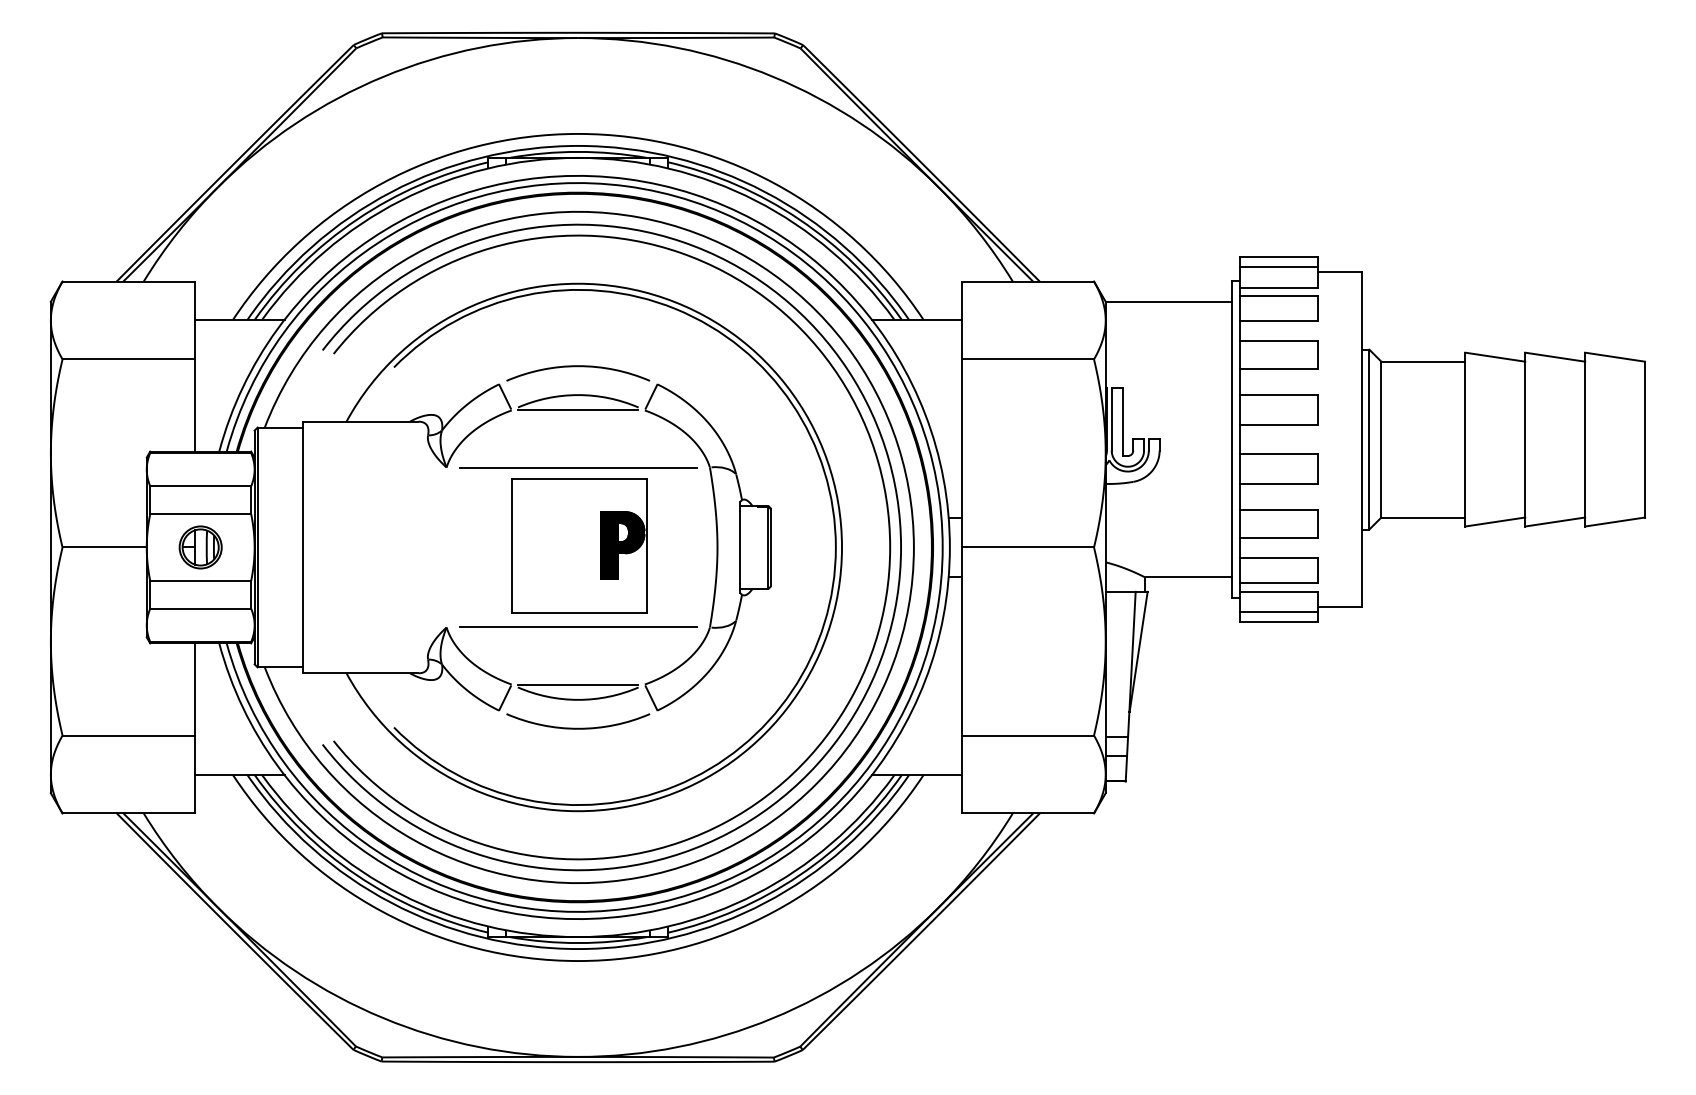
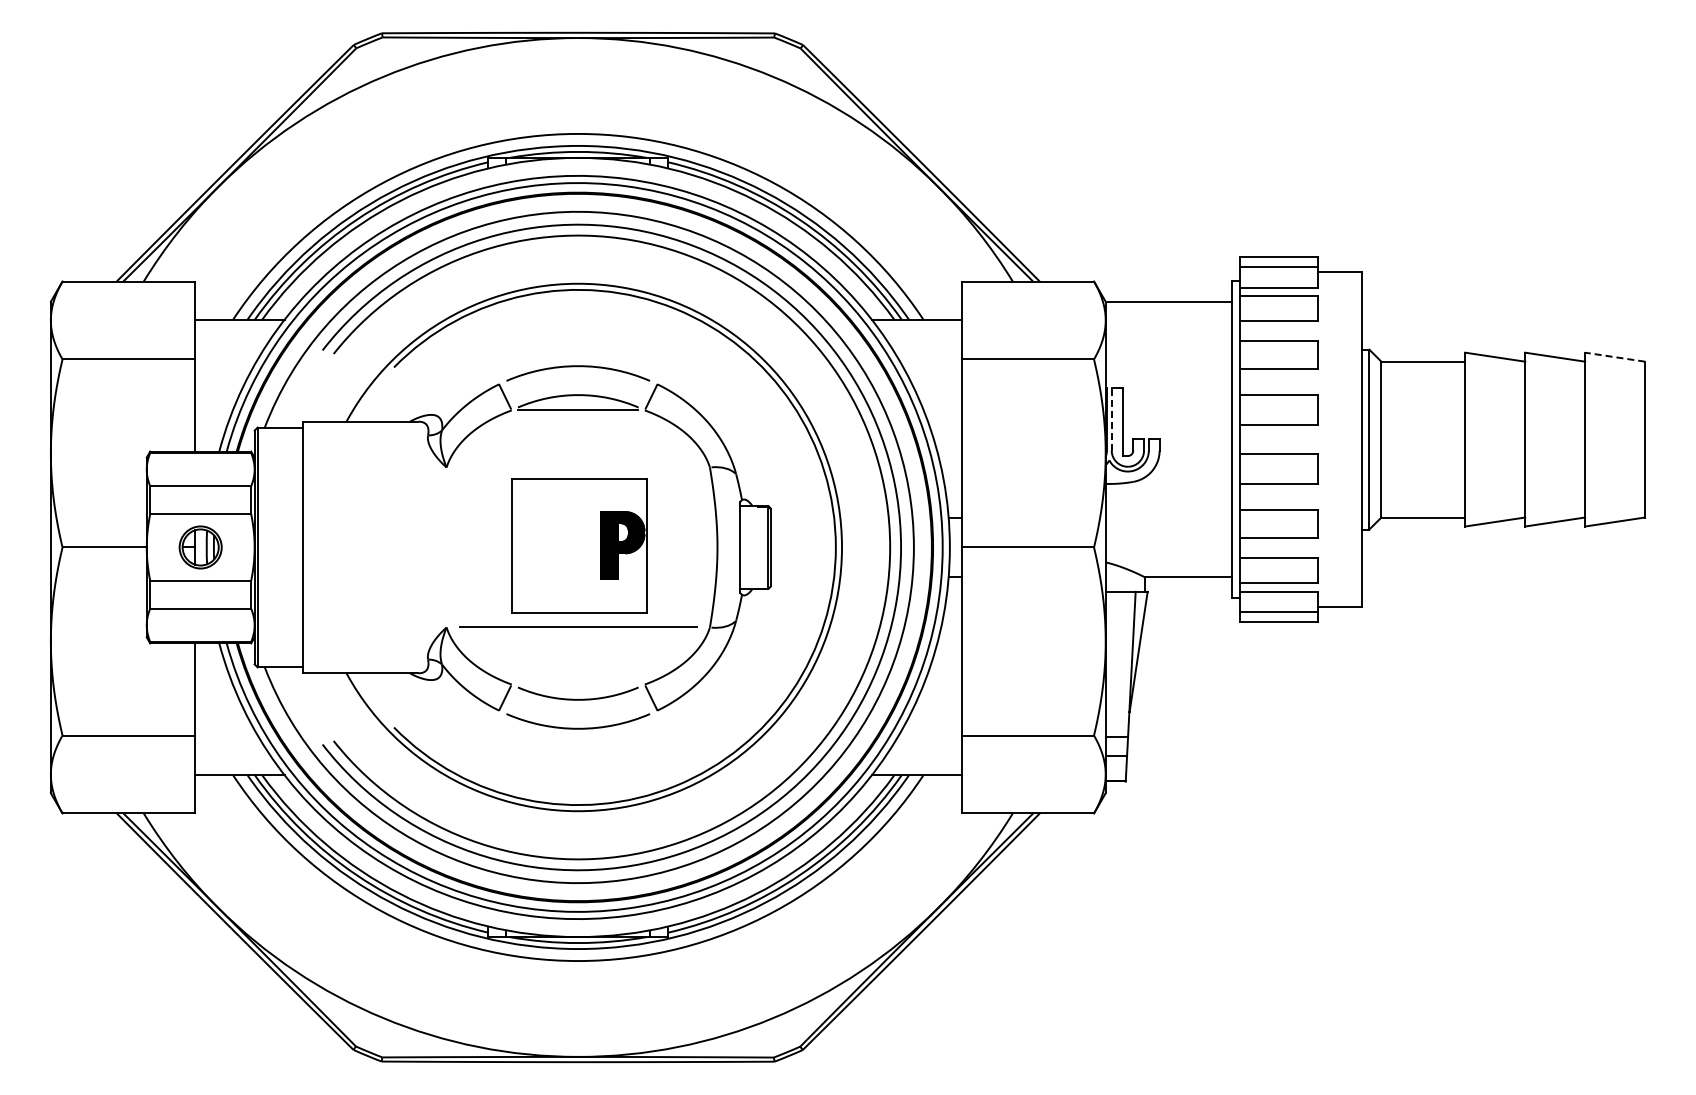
line at (1614, 357): solid -> dashed
line at (1111, 418): solid -> dashed
line at (577, 467): present -> none
line at (578, 684): present -> none
